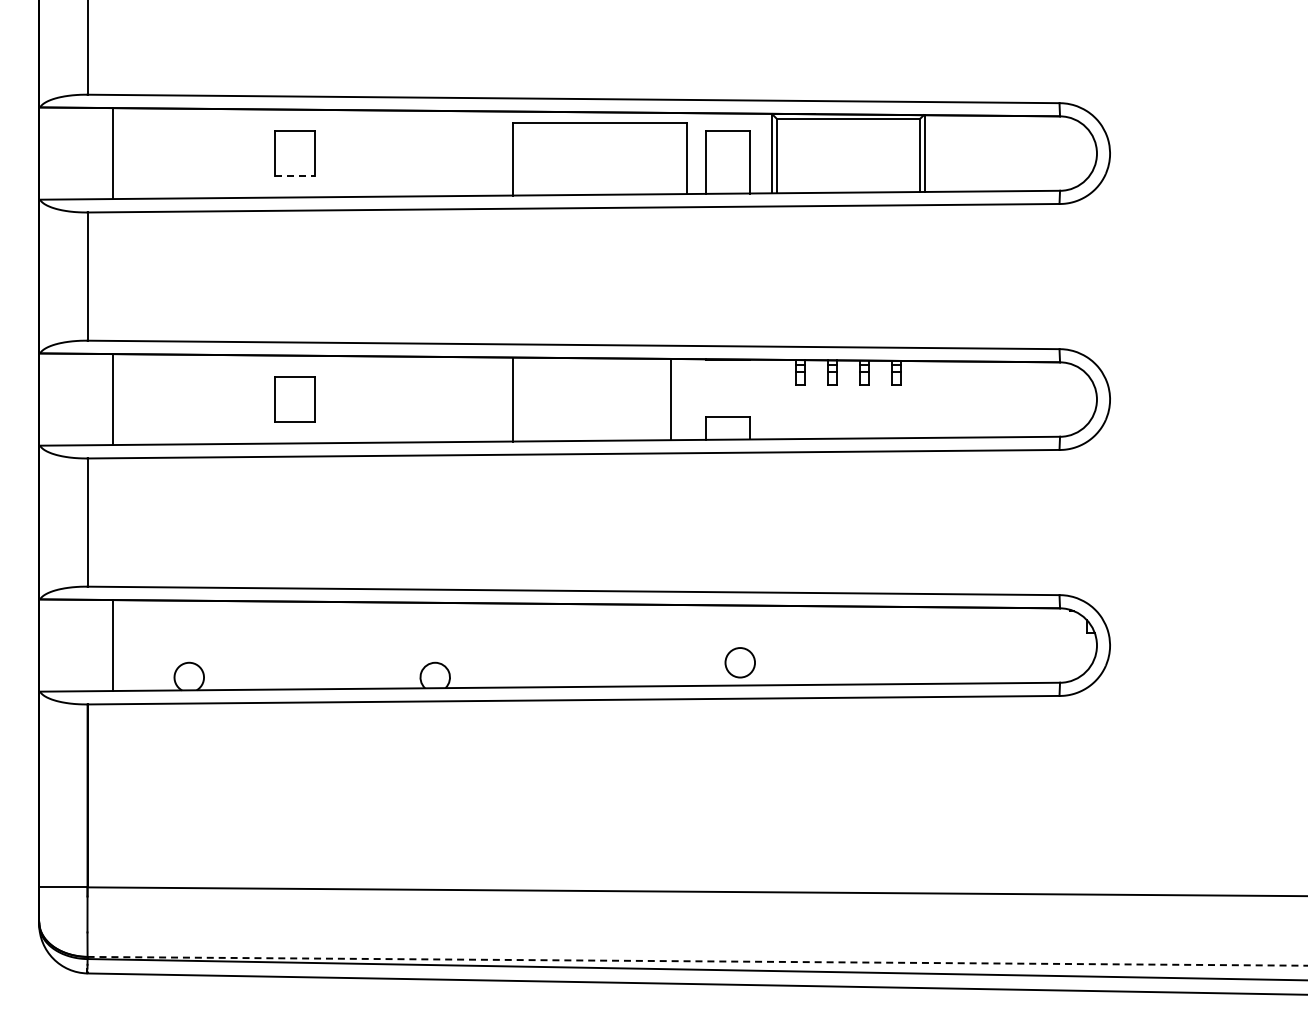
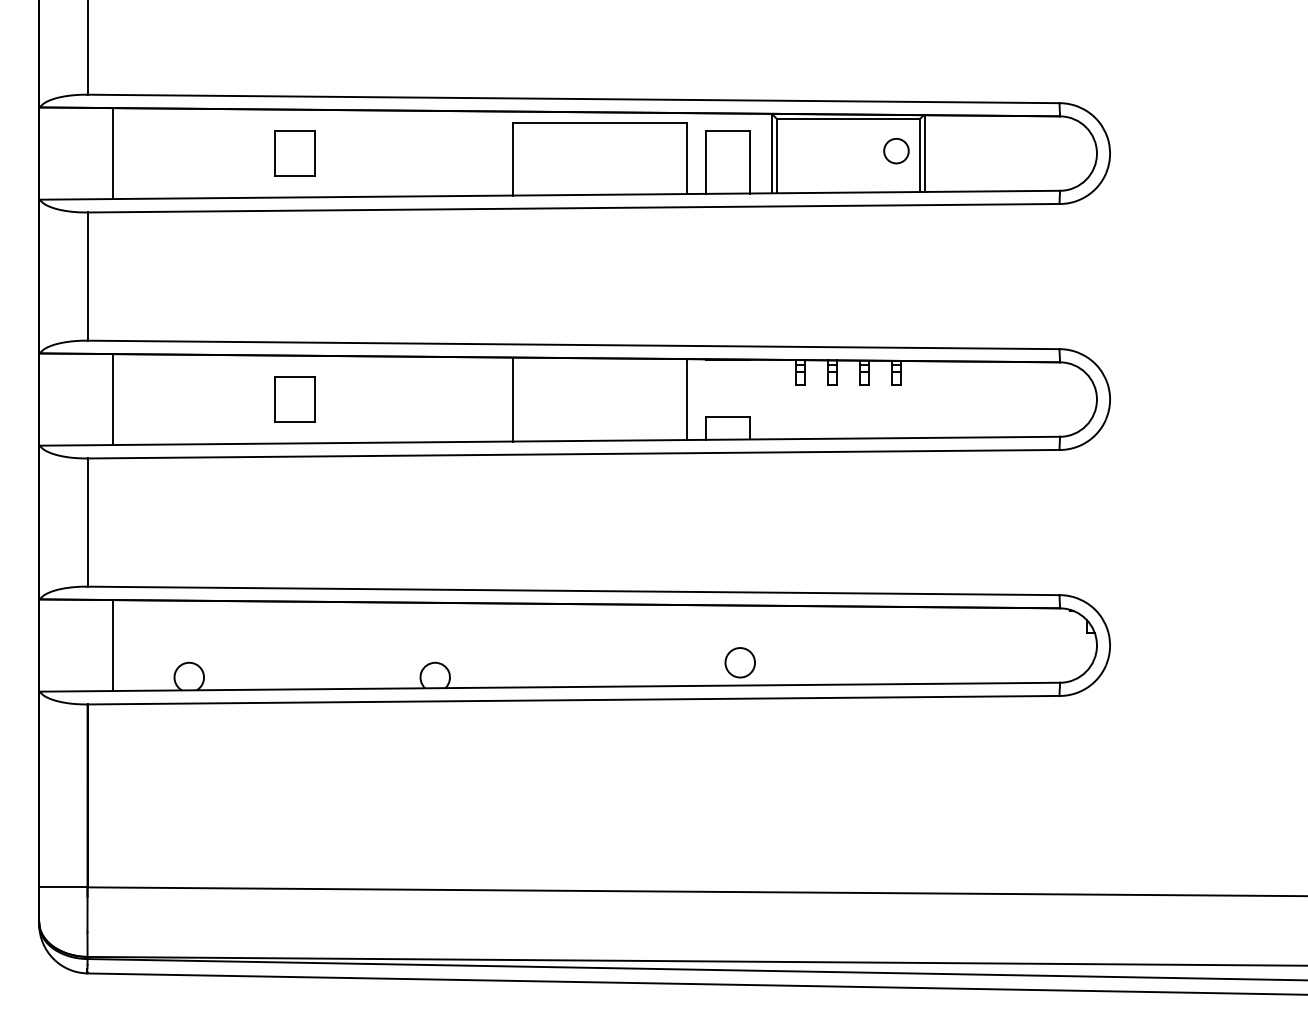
circle at (896, 151): none -> present
line at (295, 175): dashed -> solid
line at (671, 399) position: (671, 399) -> (687, 399)
line at (698, 961): dashed -> solid
